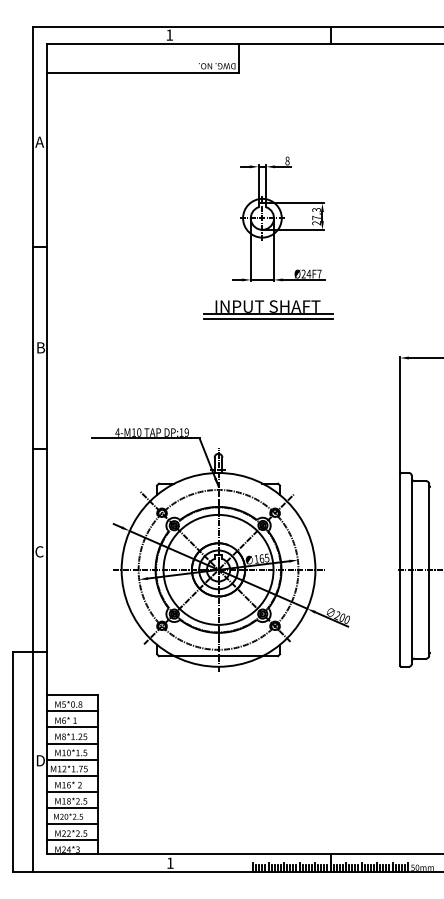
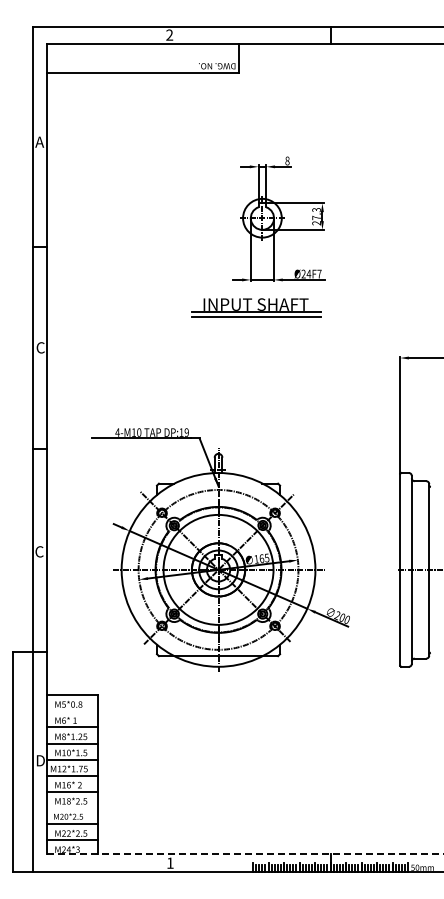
text at (169, 34): 1 -> 2
part at (268, 309) position: (268, 309) -> (256, 307)
text at (40, 347): B -> C
line at (71, 711): present -> none
line at (71, 808): present -> none
line at (245, 854): solid -> dashed
